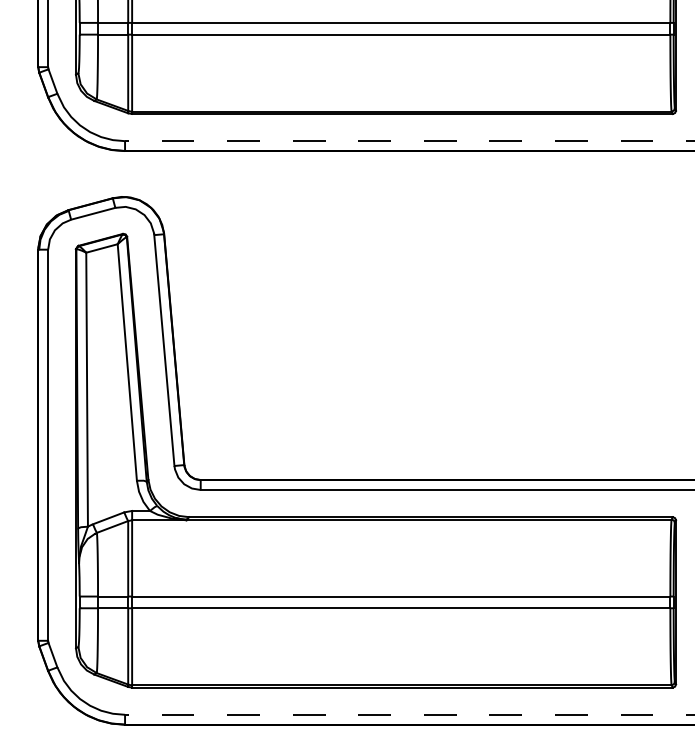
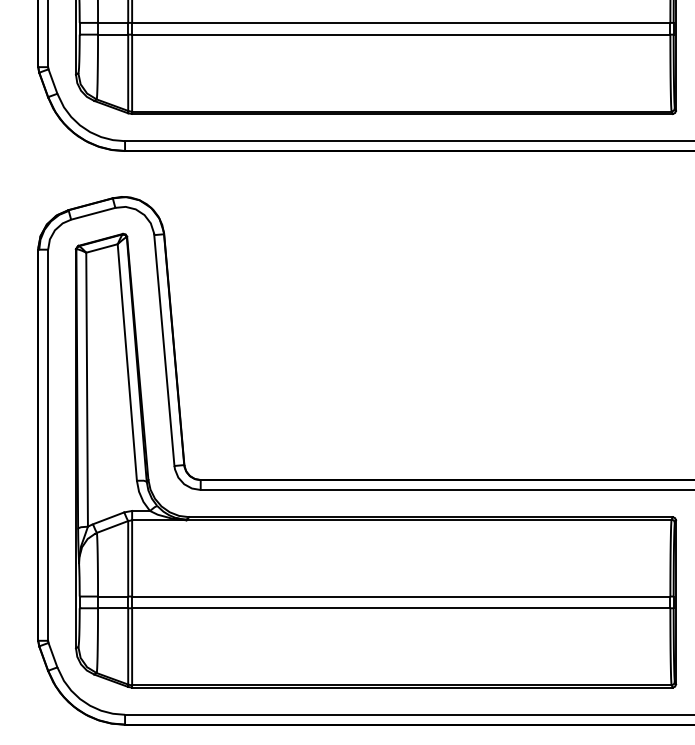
line at (410, 141): dashed -> solid
line at (410, 714): dashed -> solid
